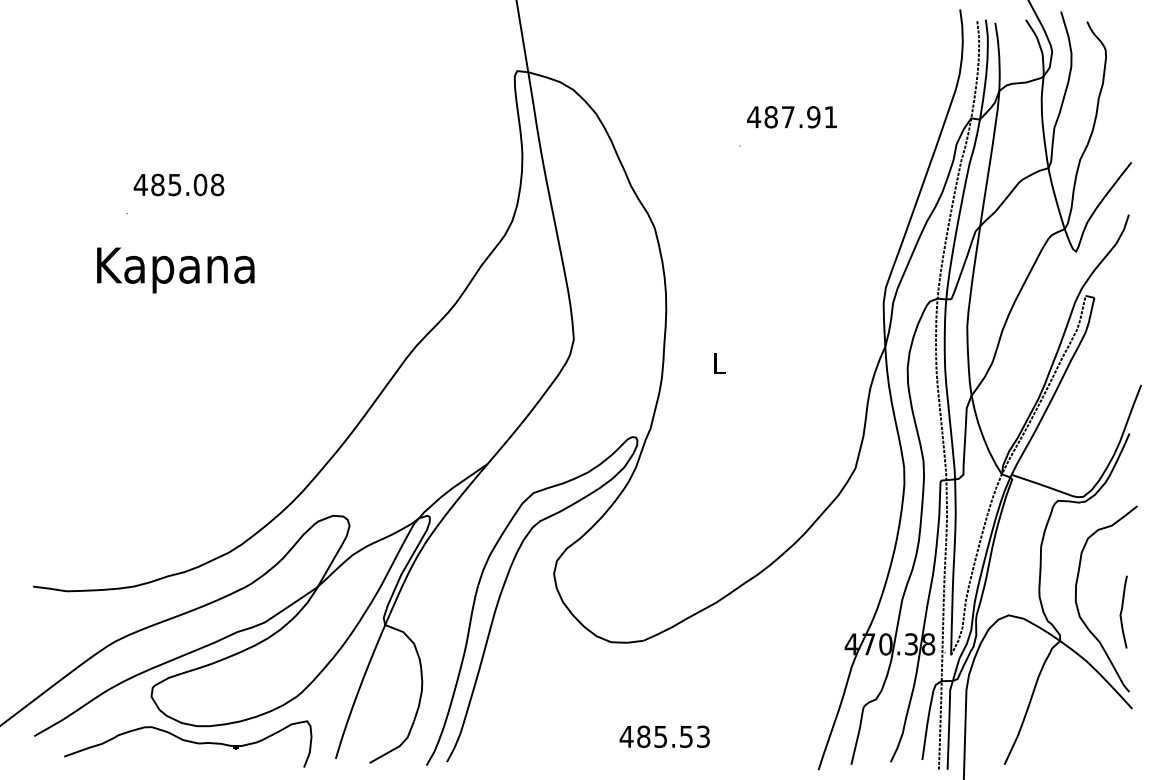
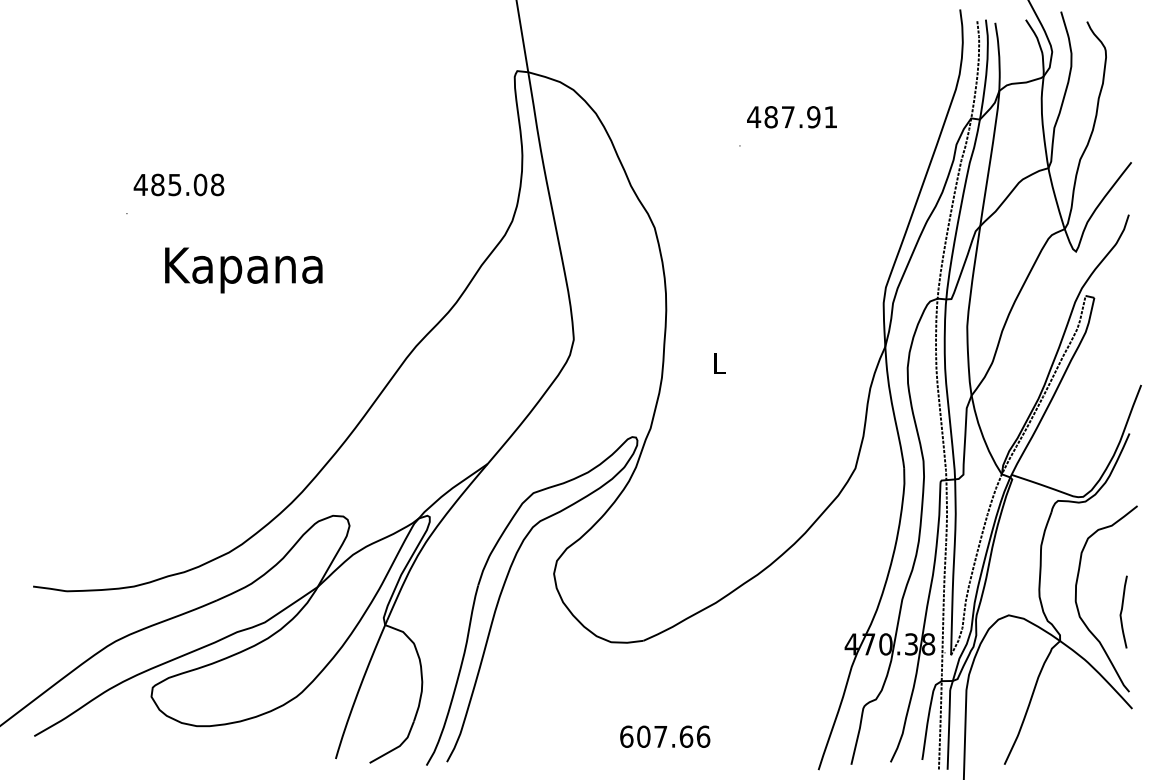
text at (175, 270) position: (175, 270) -> (243, 270)
text at (664, 736): 485.53 -> 607.66
part at (188, 743): present -> none
